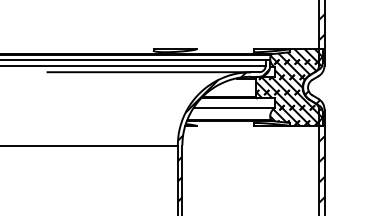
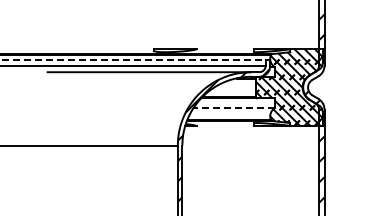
line at (133, 60): solid -> dashed
line at (233, 108): solid -> dashed
